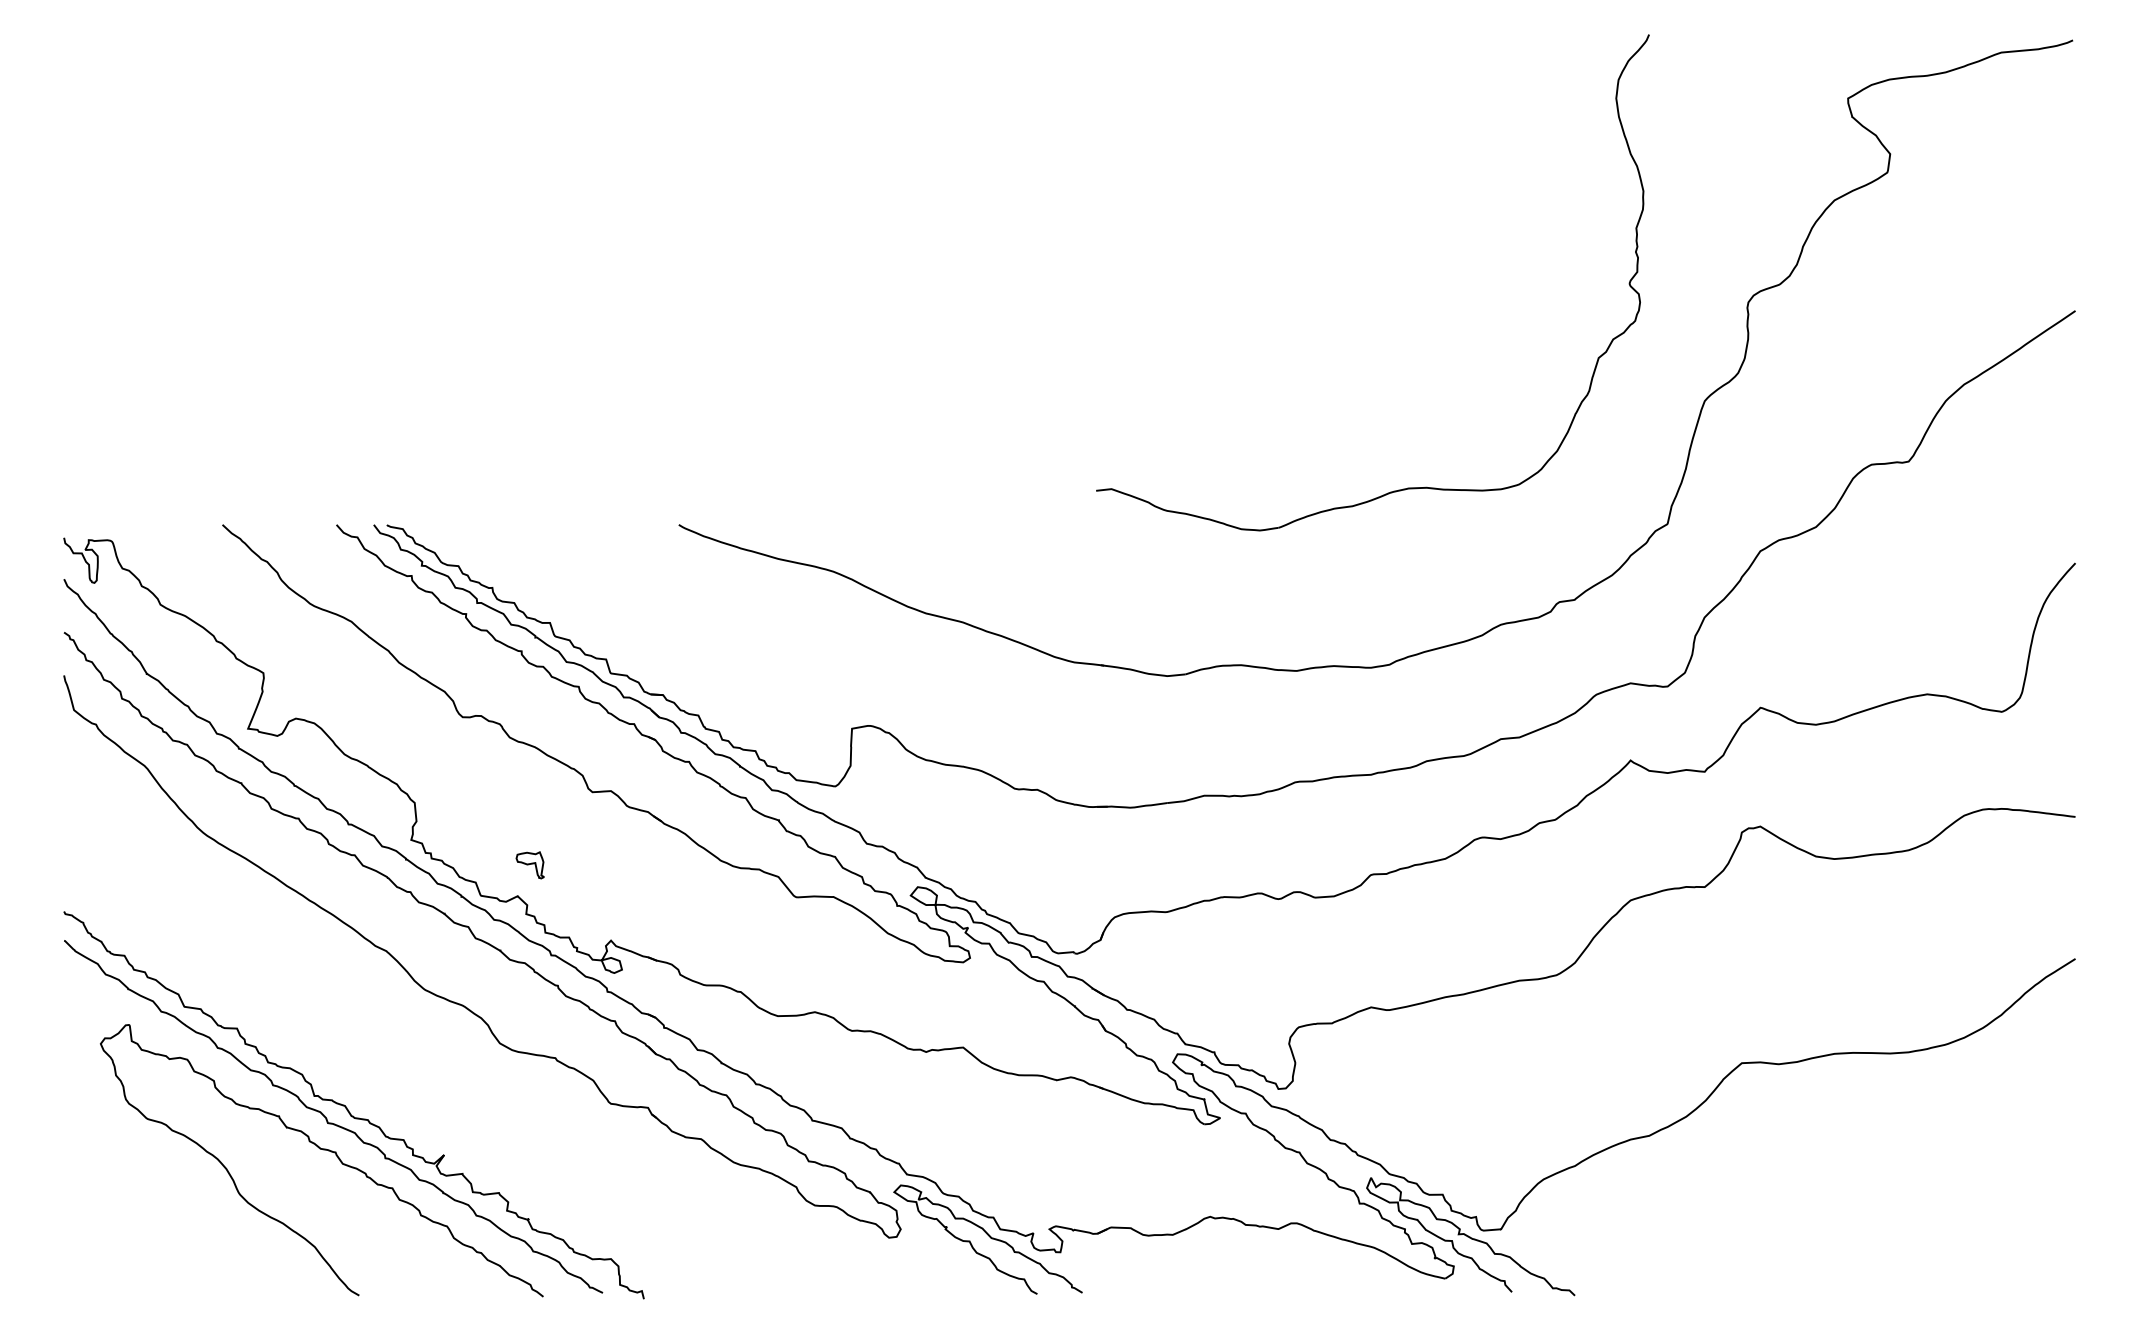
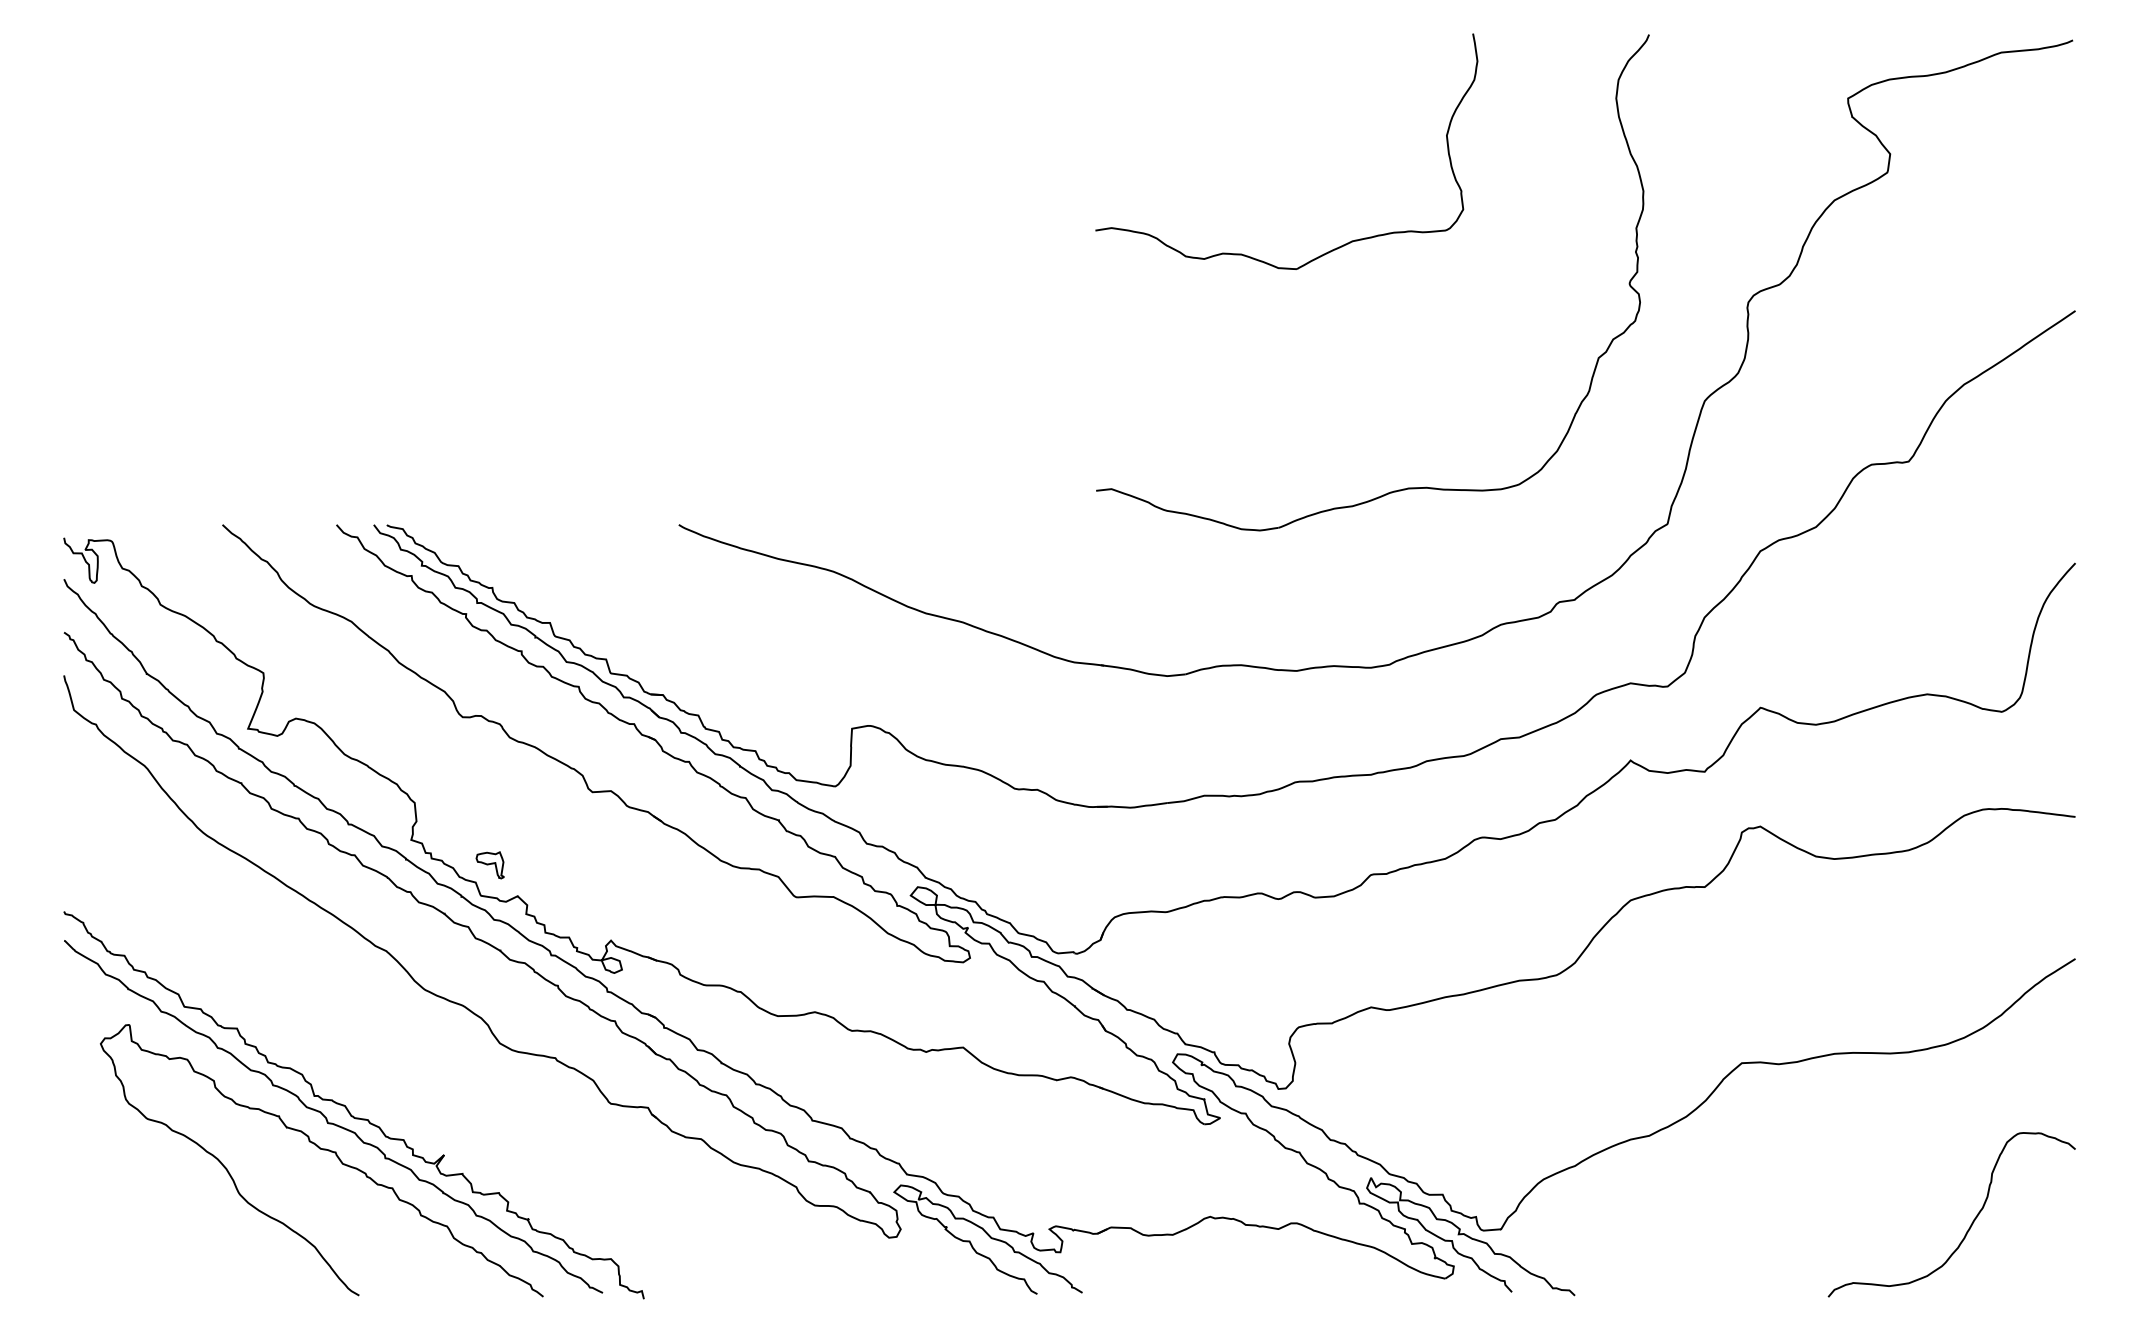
part at (1334, 248): none -> present
part at (529, 865) position: (529, 865) -> (489, 865)
curve at (1970, 1224): none -> present
